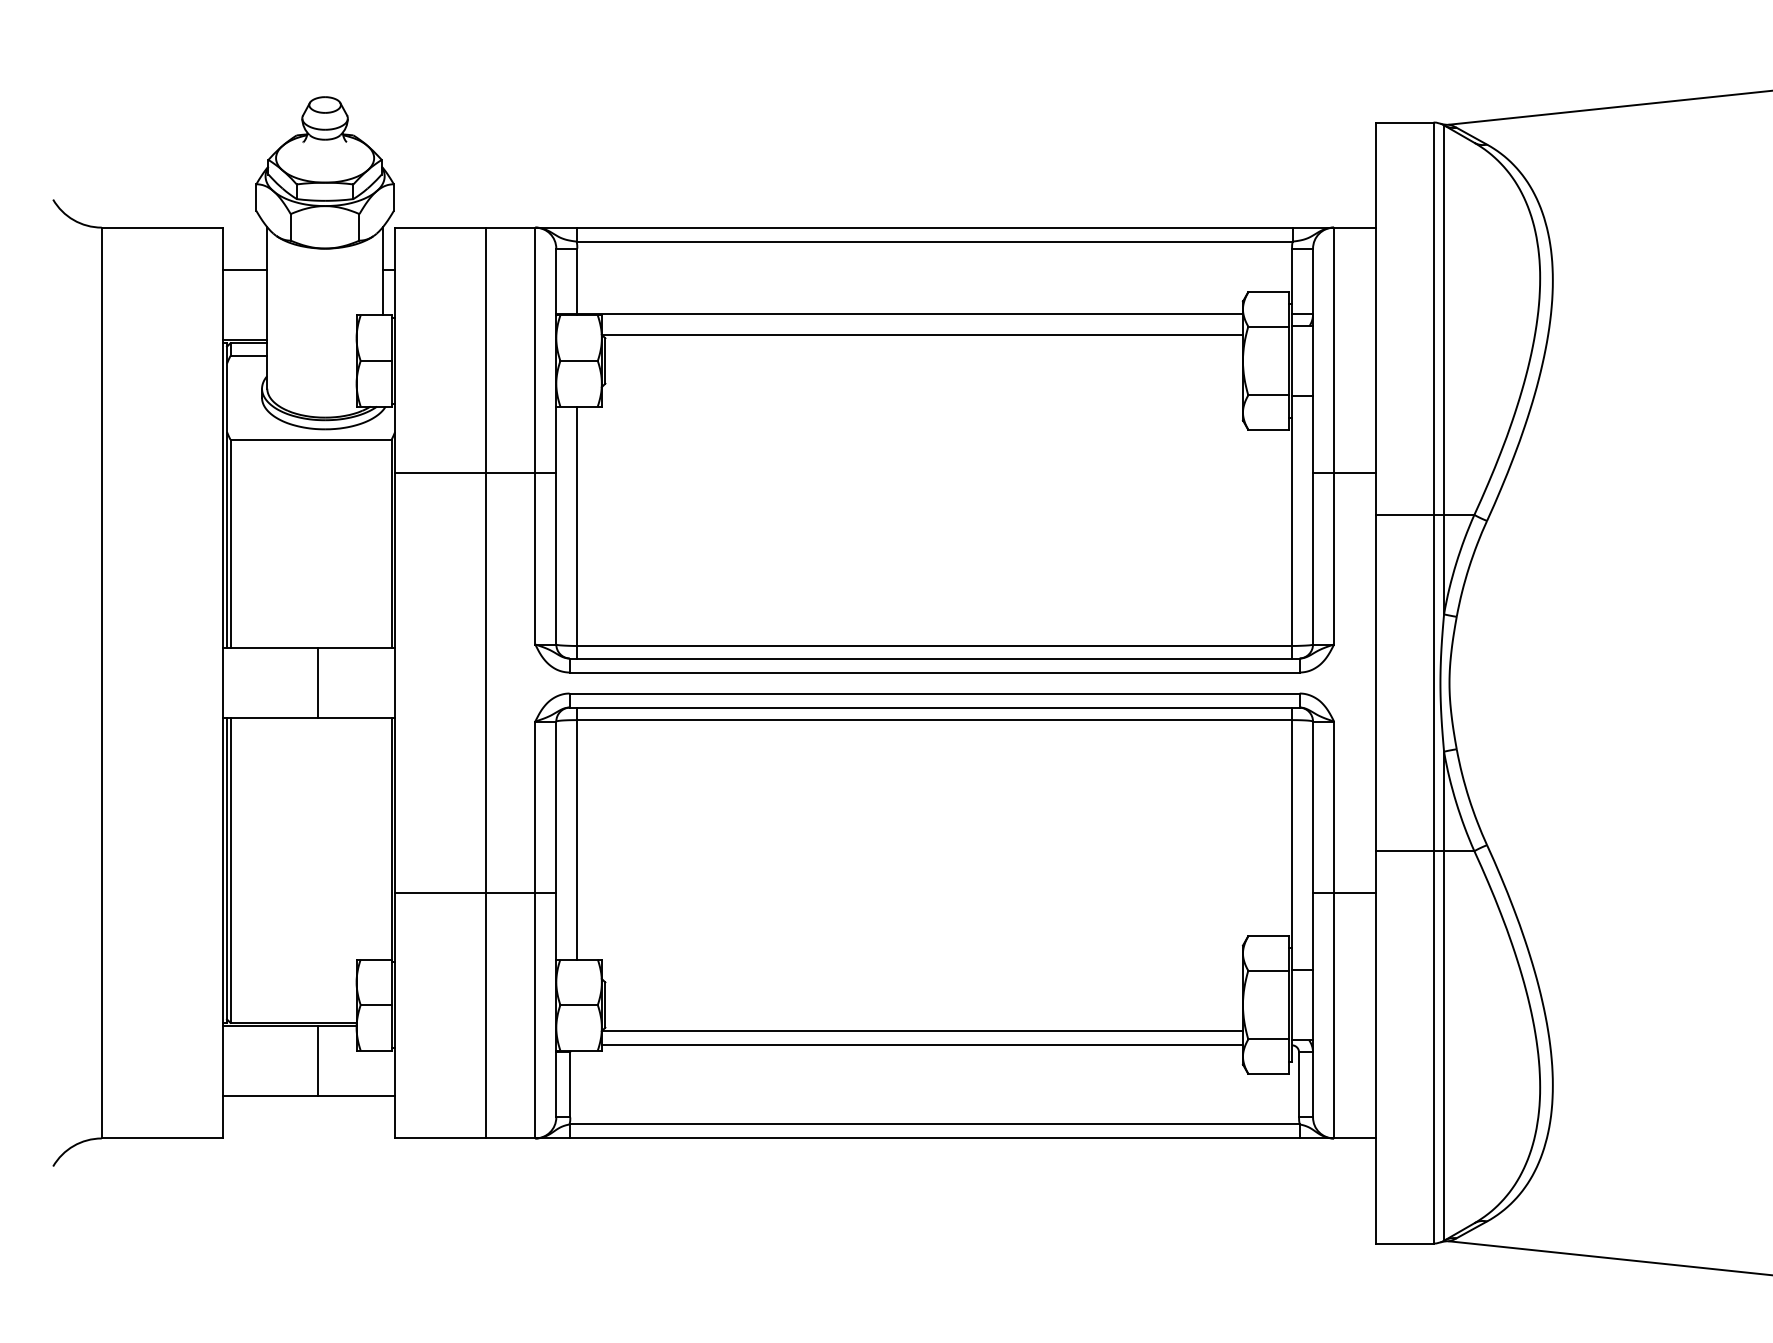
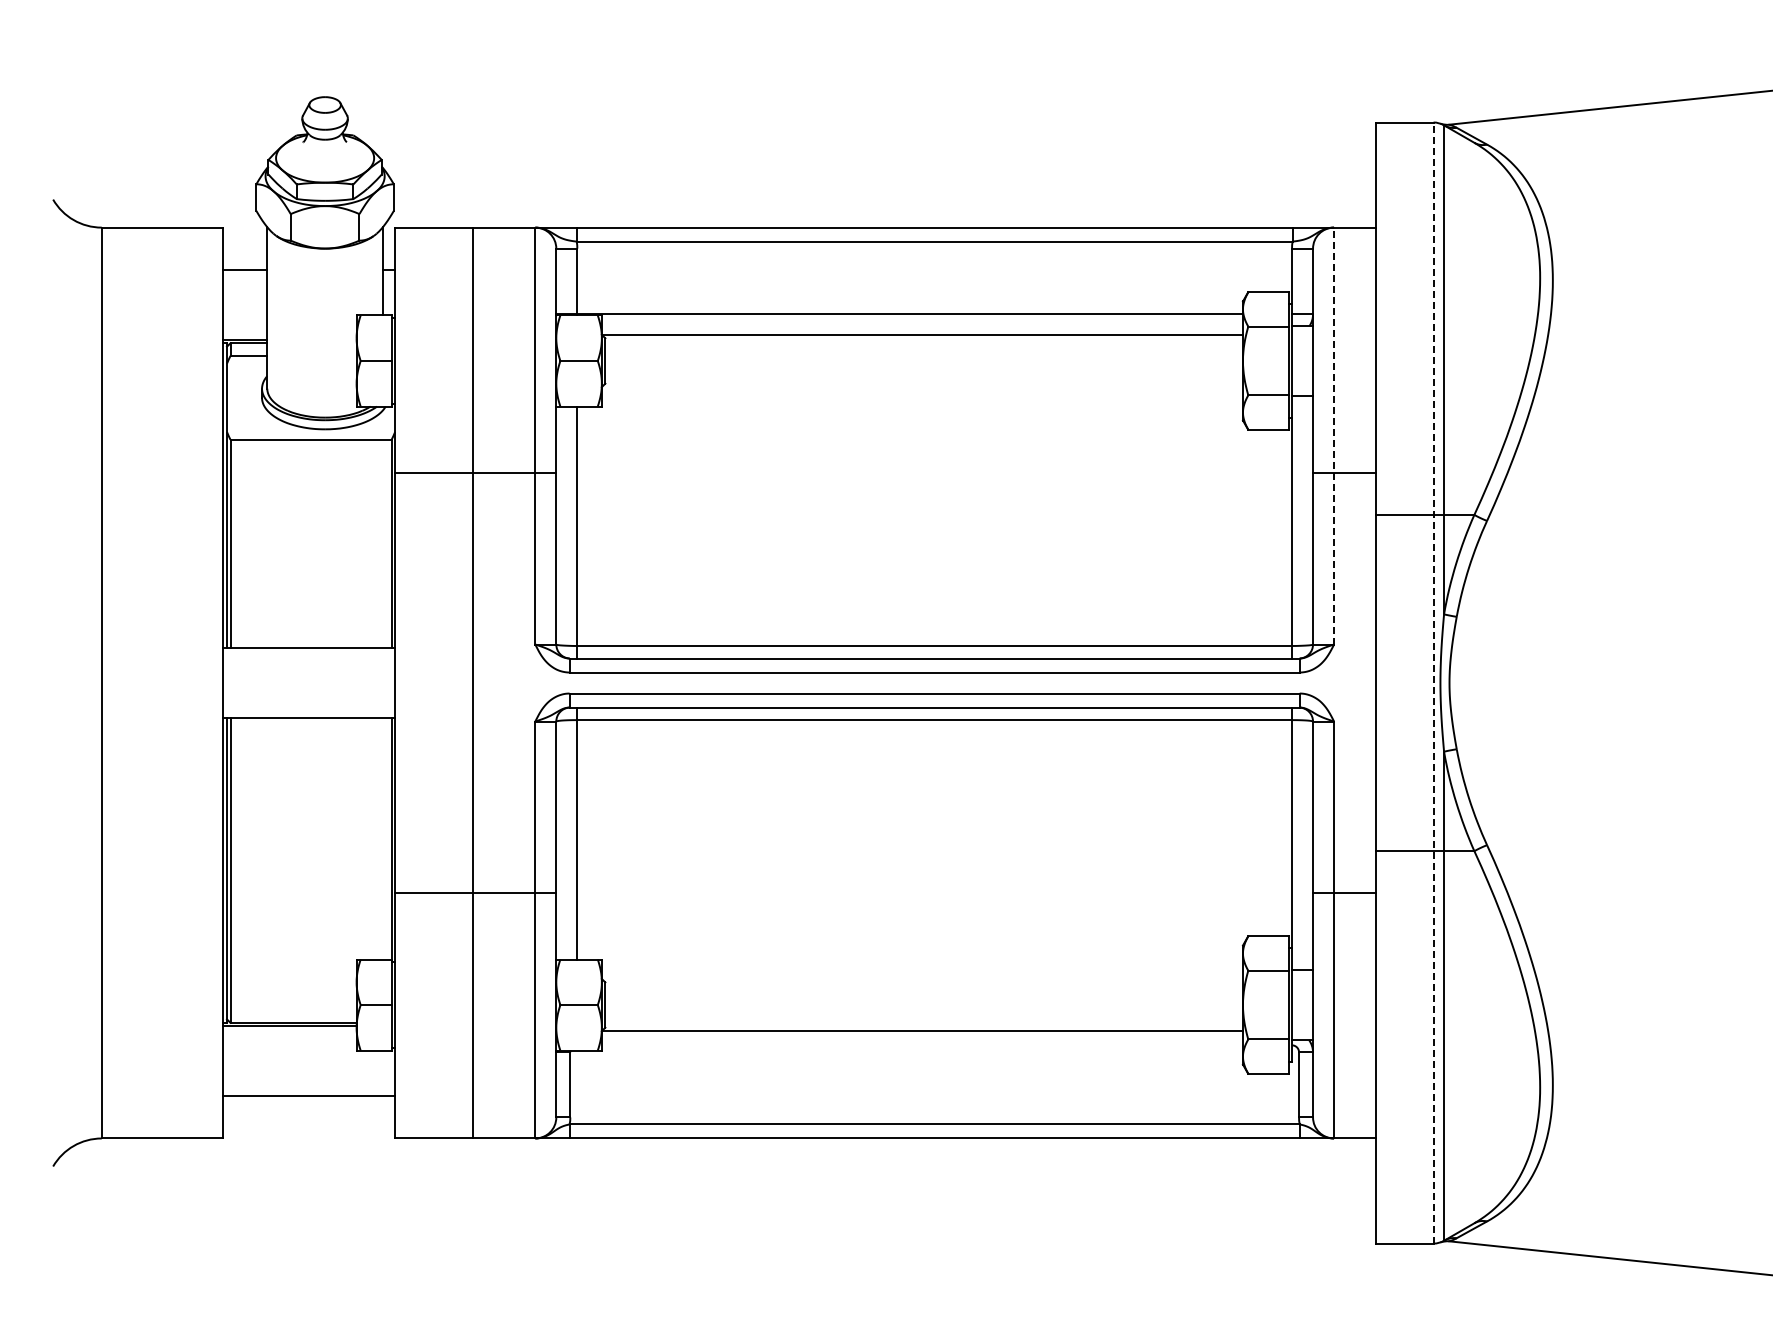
line at (1334, 435): solid -> dashed
line at (486, 682) position: (486, 682) -> (473, 682)
line at (318, 683): present -> none
line at (1433, 683): solid -> dashed
line at (921, 1045): present -> none
line at (318, 1061): present -> none
